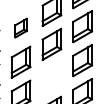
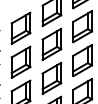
part at (20, 27) size: 14x22 px -> 22x34 px
part at (51, 77): none -> present
